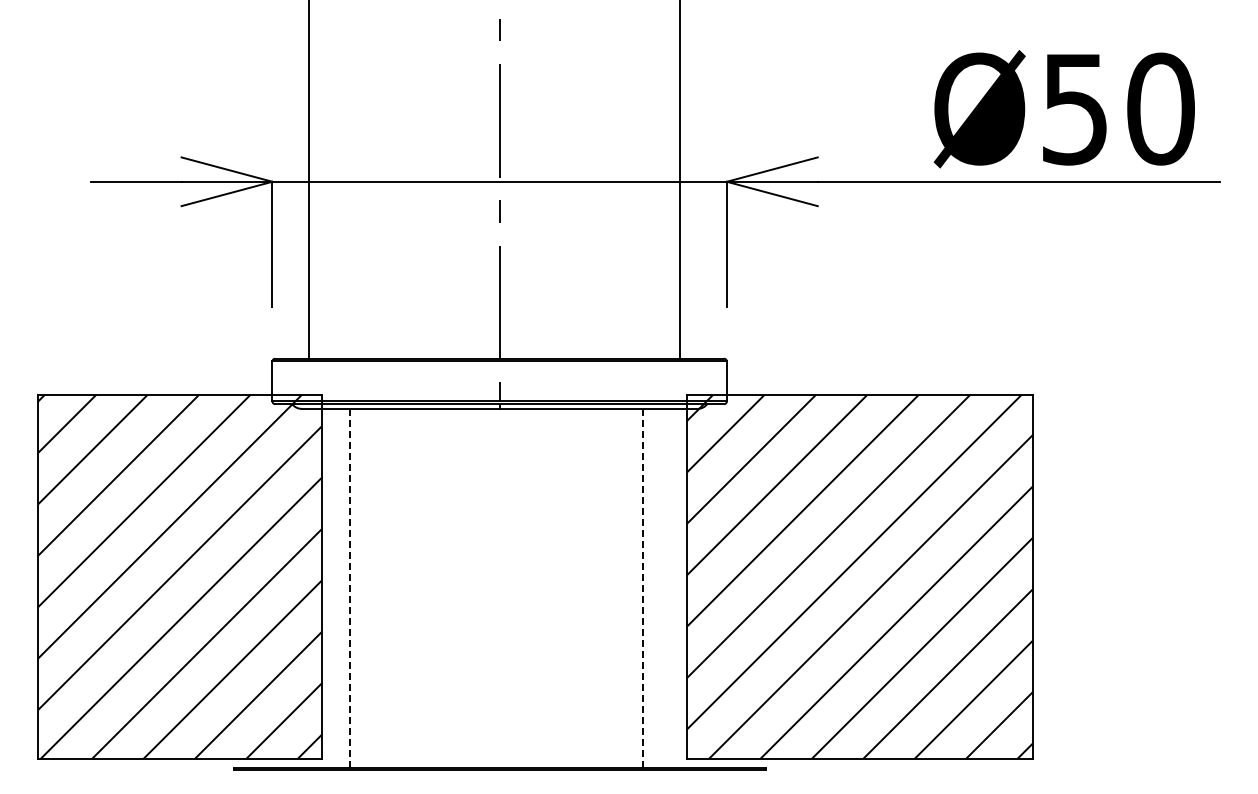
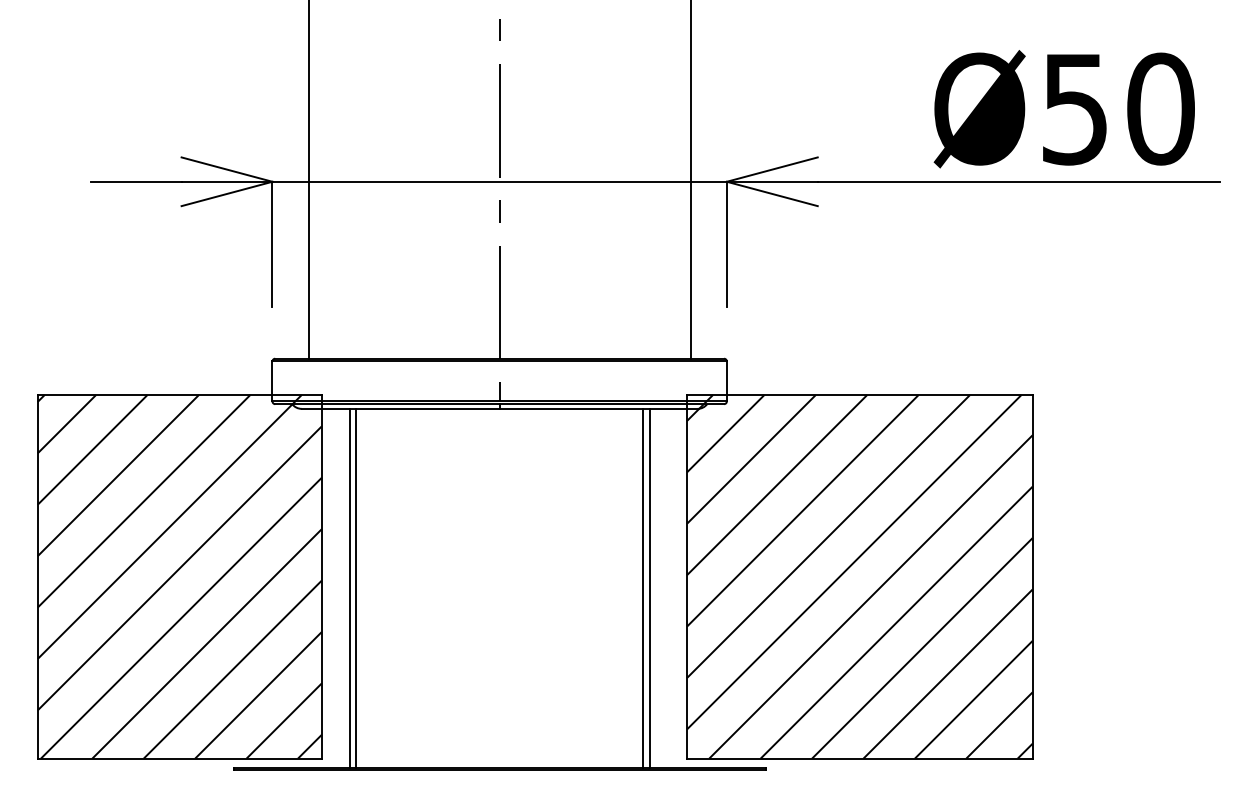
line at (679, 180) position: (679, 180) -> (690, 180)
line at (356, 587): none -> present
line at (649, 587): none -> present
line at (349, 588): dashed -> solid
line at (643, 588): dashed -> solid
